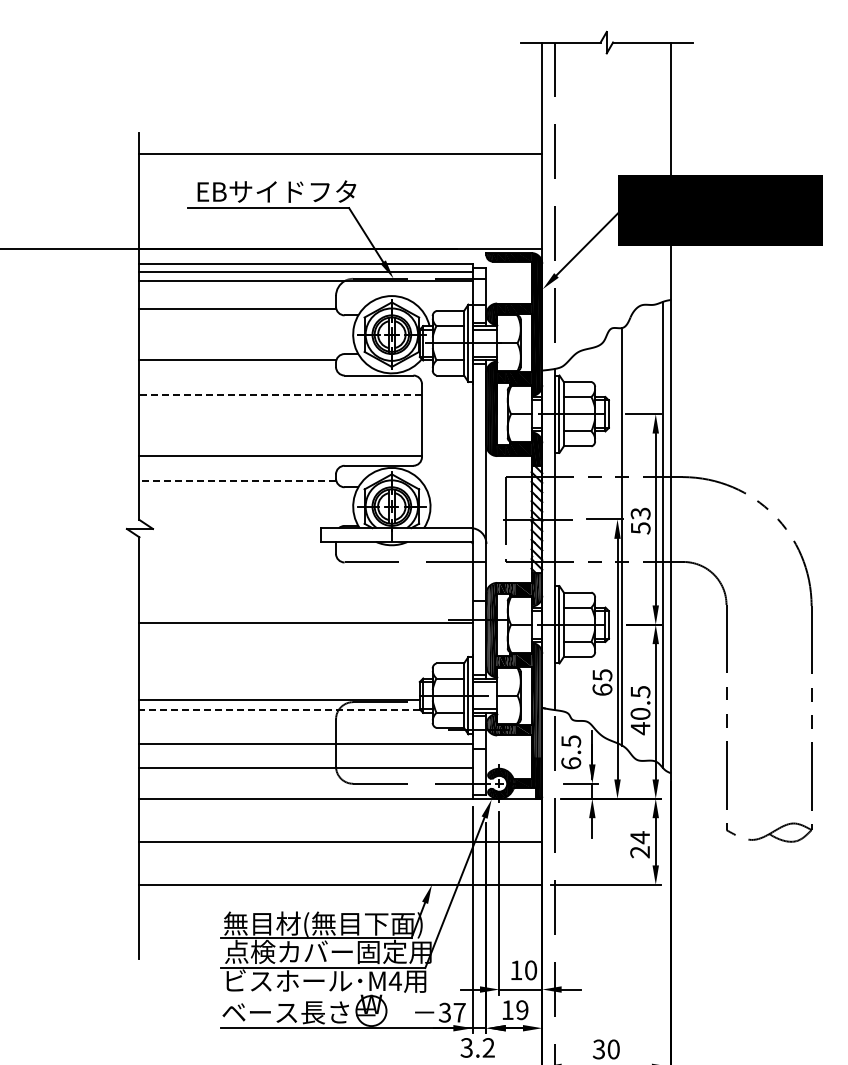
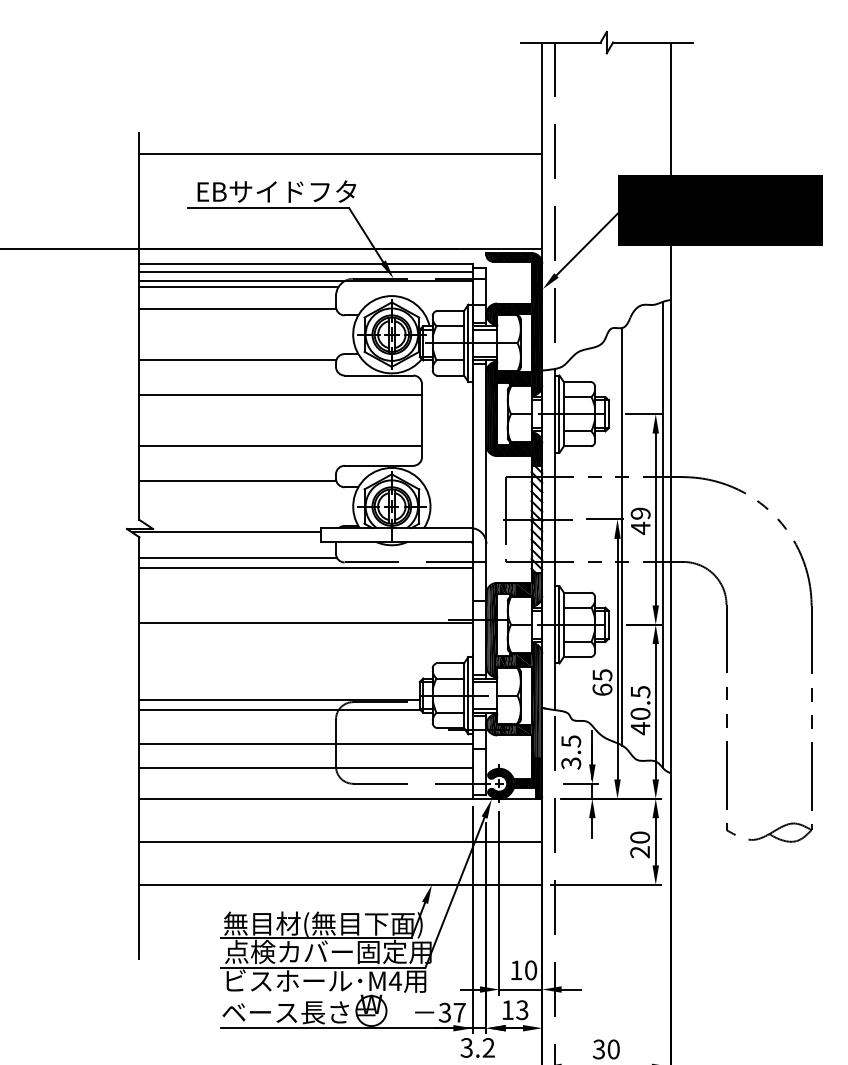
line at (238, 287): none -> present
line at (280, 394): dashed -> solid
line at (280, 456) position: (280, 456) -> (280, 446)
line at (237, 480): dashed -> solid
text at (640, 520): 53 -> 49
line at (226, 532): none -> present
line at (238, 558): none -> present
line at (305, 568): none -> present
line at (279, 709): dashed -> solid
text at (571, 763): 6.5 -> 3.5
text at (640, 837): 24 -> 20
text at (522, 1010): 19 -> 13
